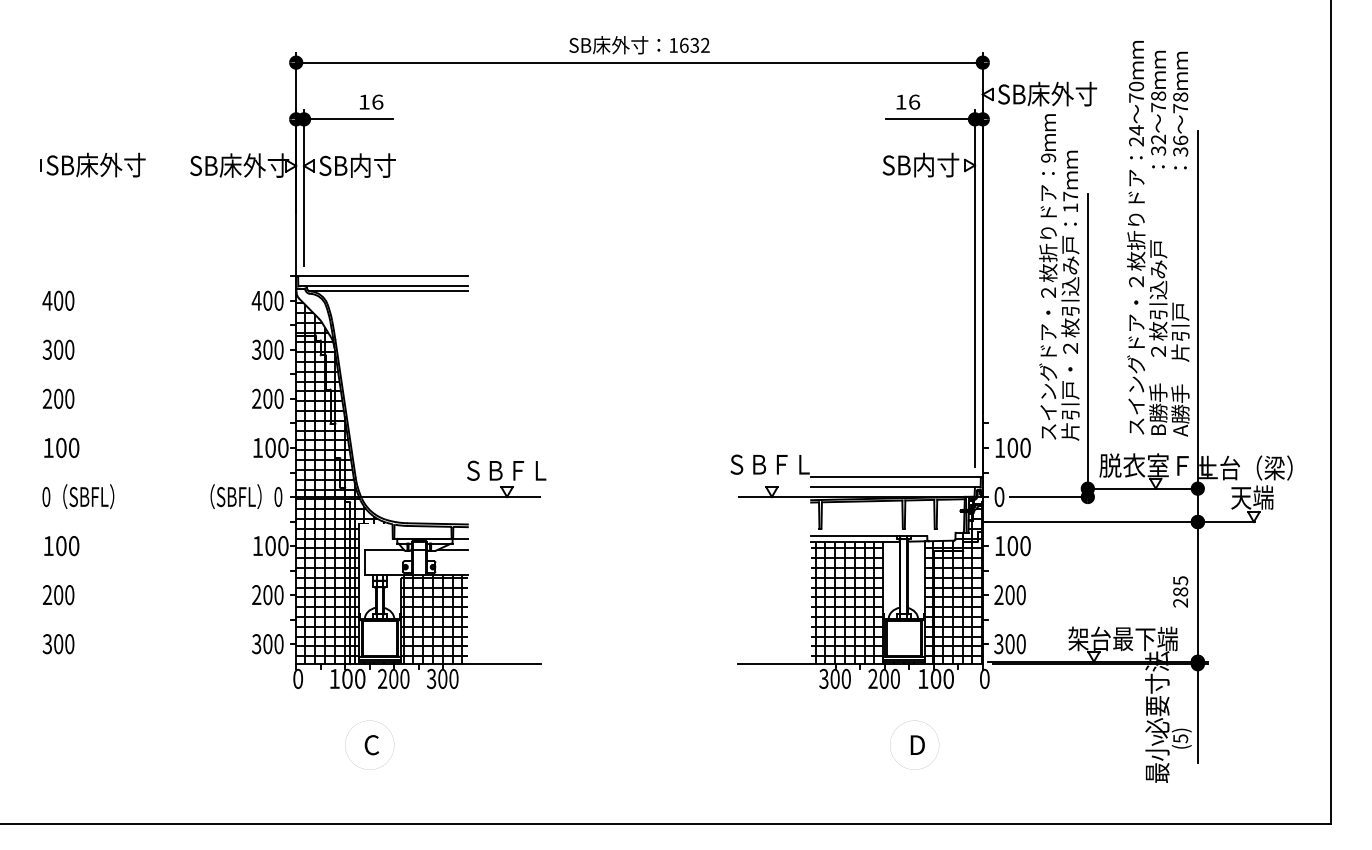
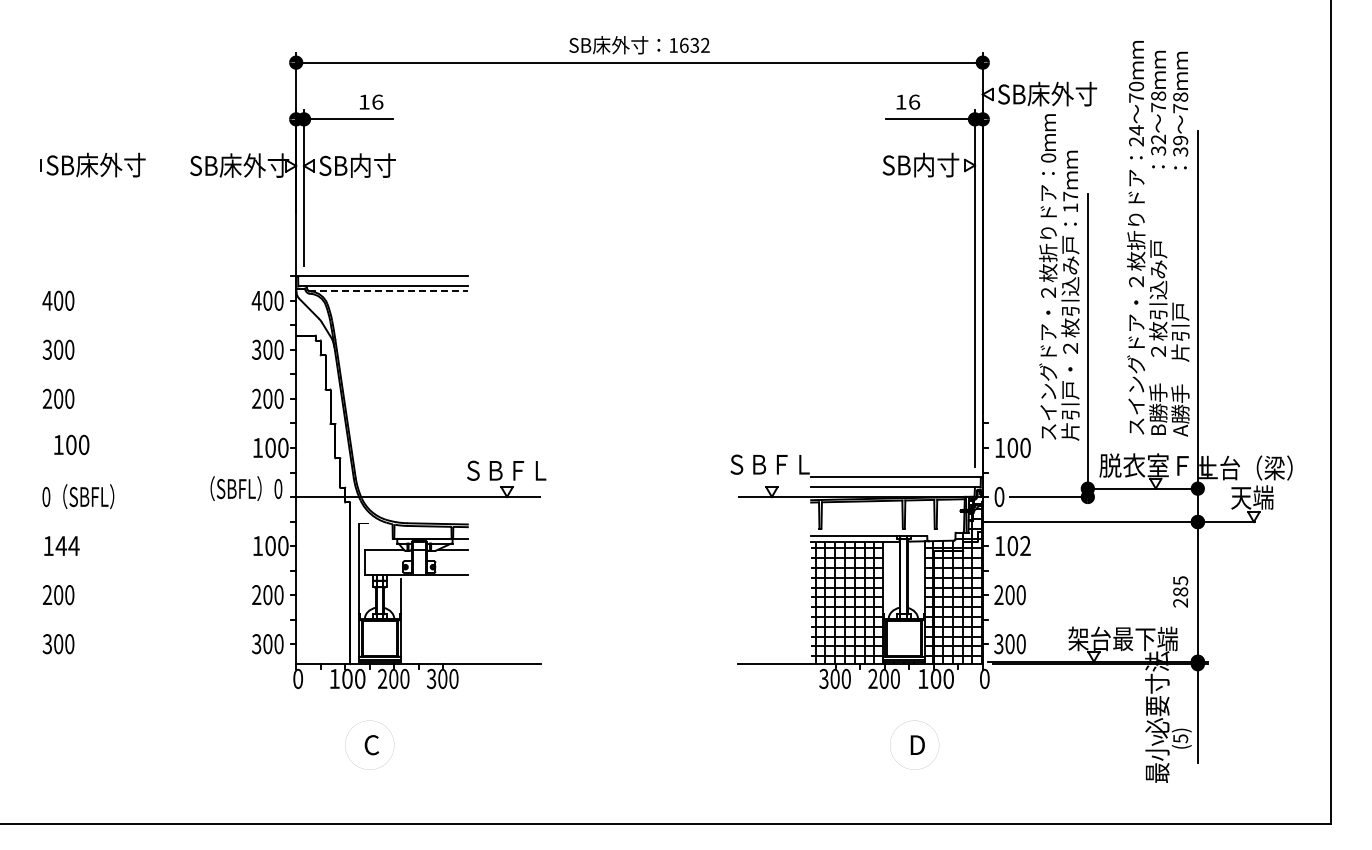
text at (1180, 140): 36 -> 39
text at (1048, 157): 9 -> 0
line at (389, 291): solid -> dashed
text at (61, 447) position: (61, 447) -> (71, 444)
hatch at (381, 483): present -> none
text at (246, 496) position: (246, 496) -> (246, 488)
text at (67, 546): 100 -> 144
text at (1025, 546): 100 -> 102
